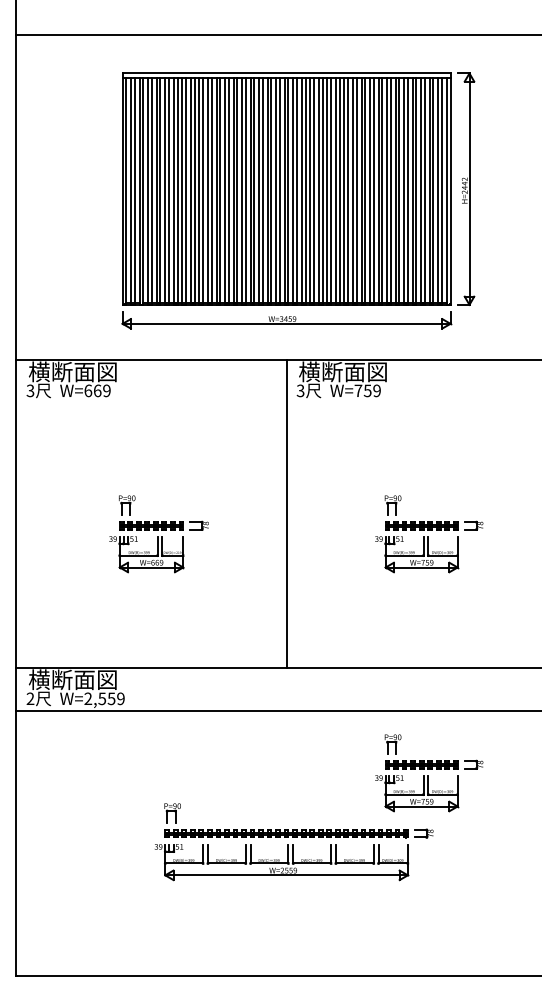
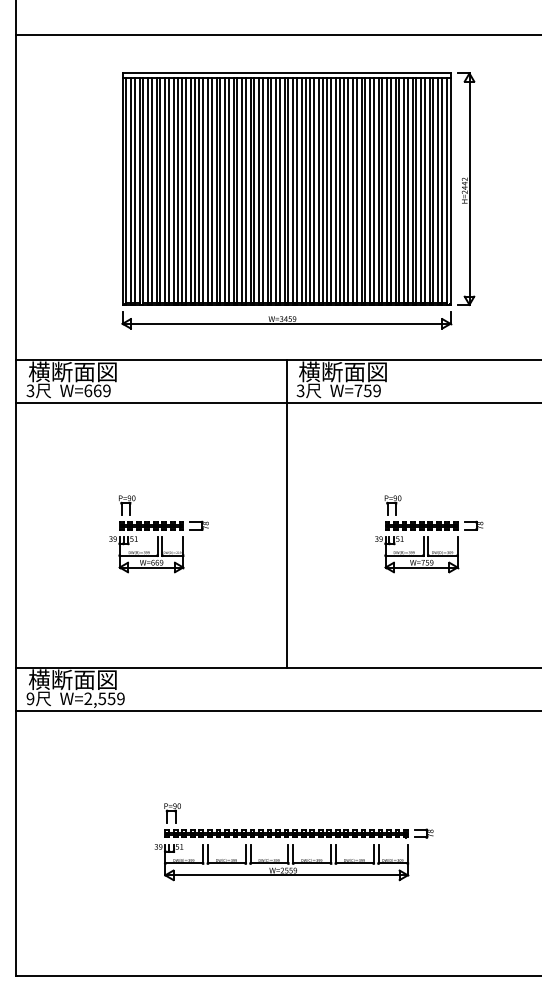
line at (277, 402): none -> present
text at (30, 699): 2 -> 9
part at (429, 773): present -> none
